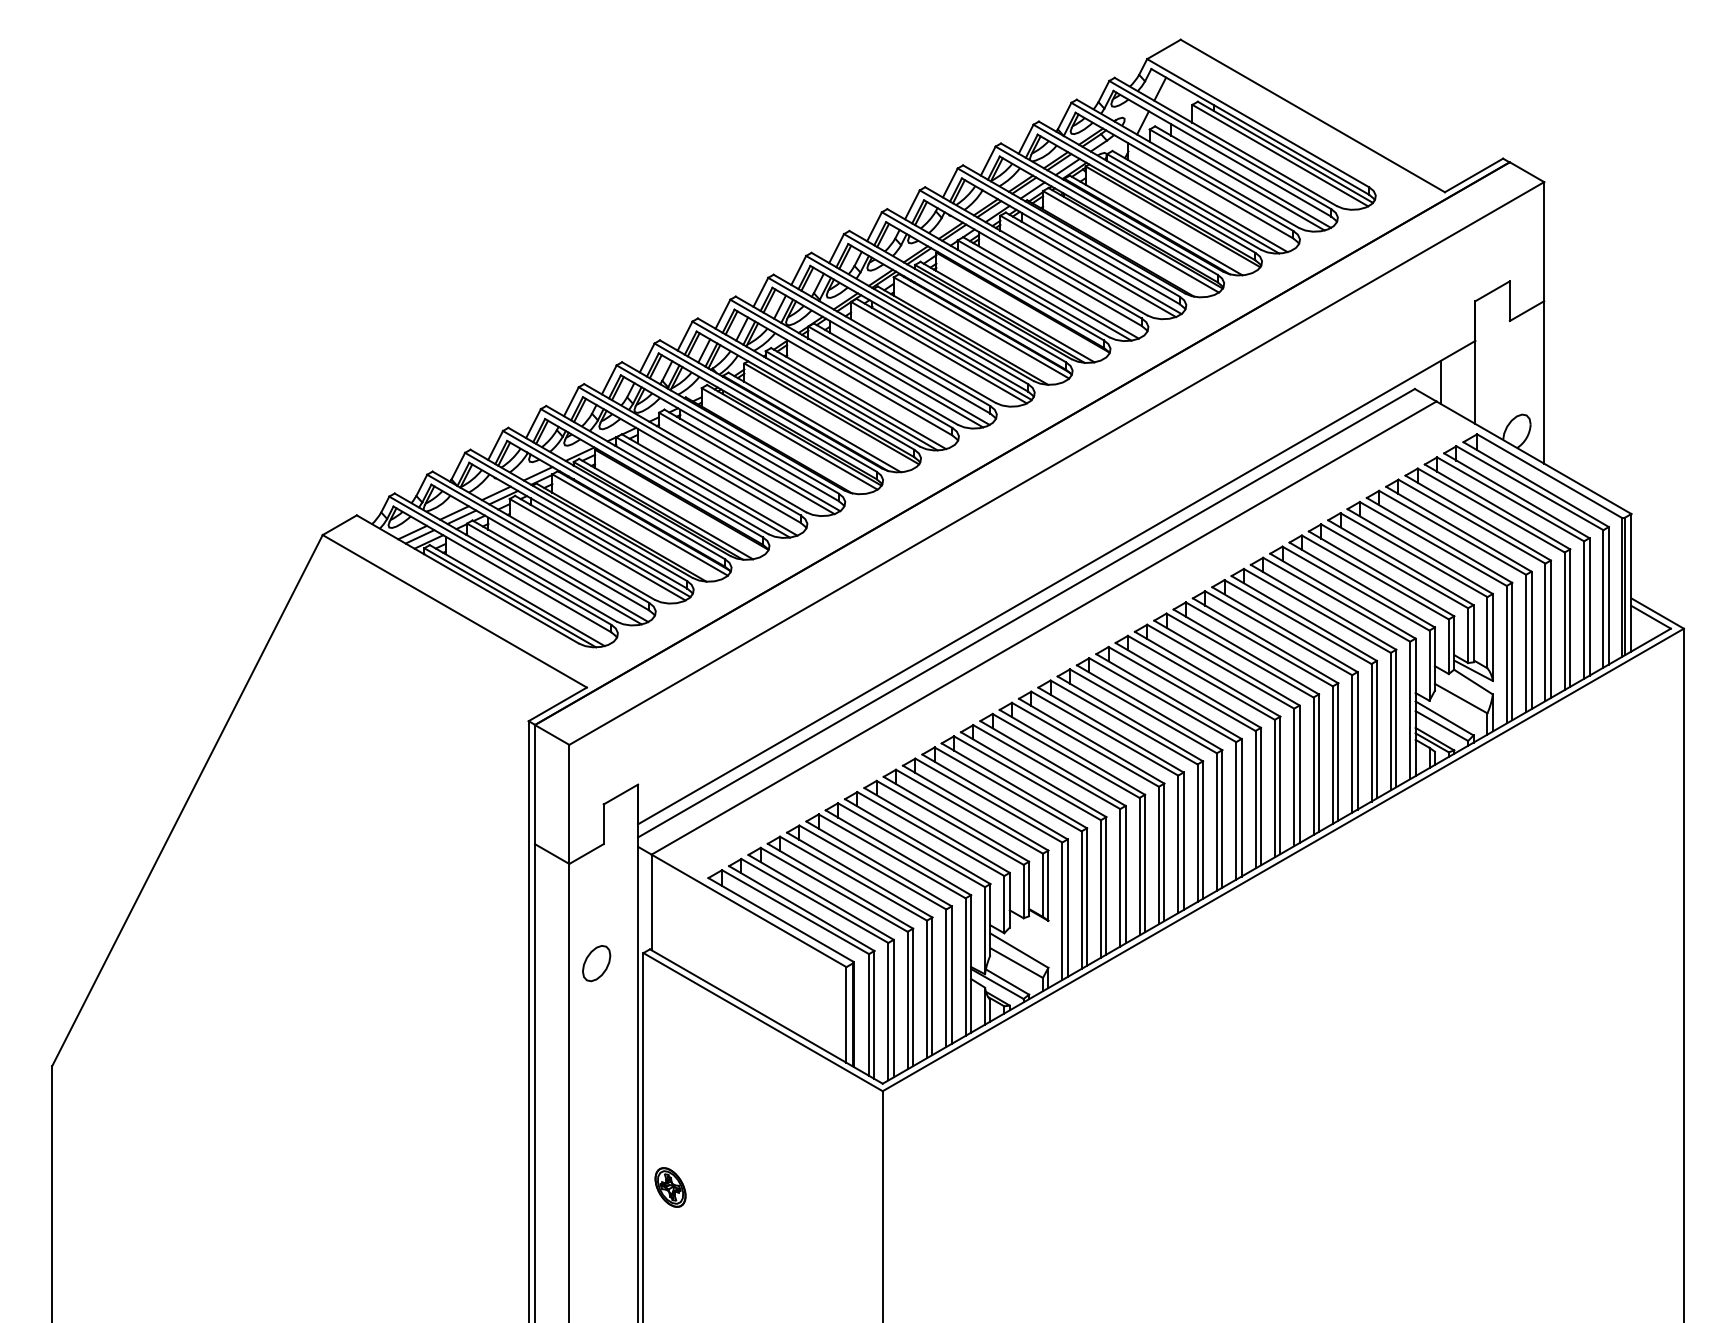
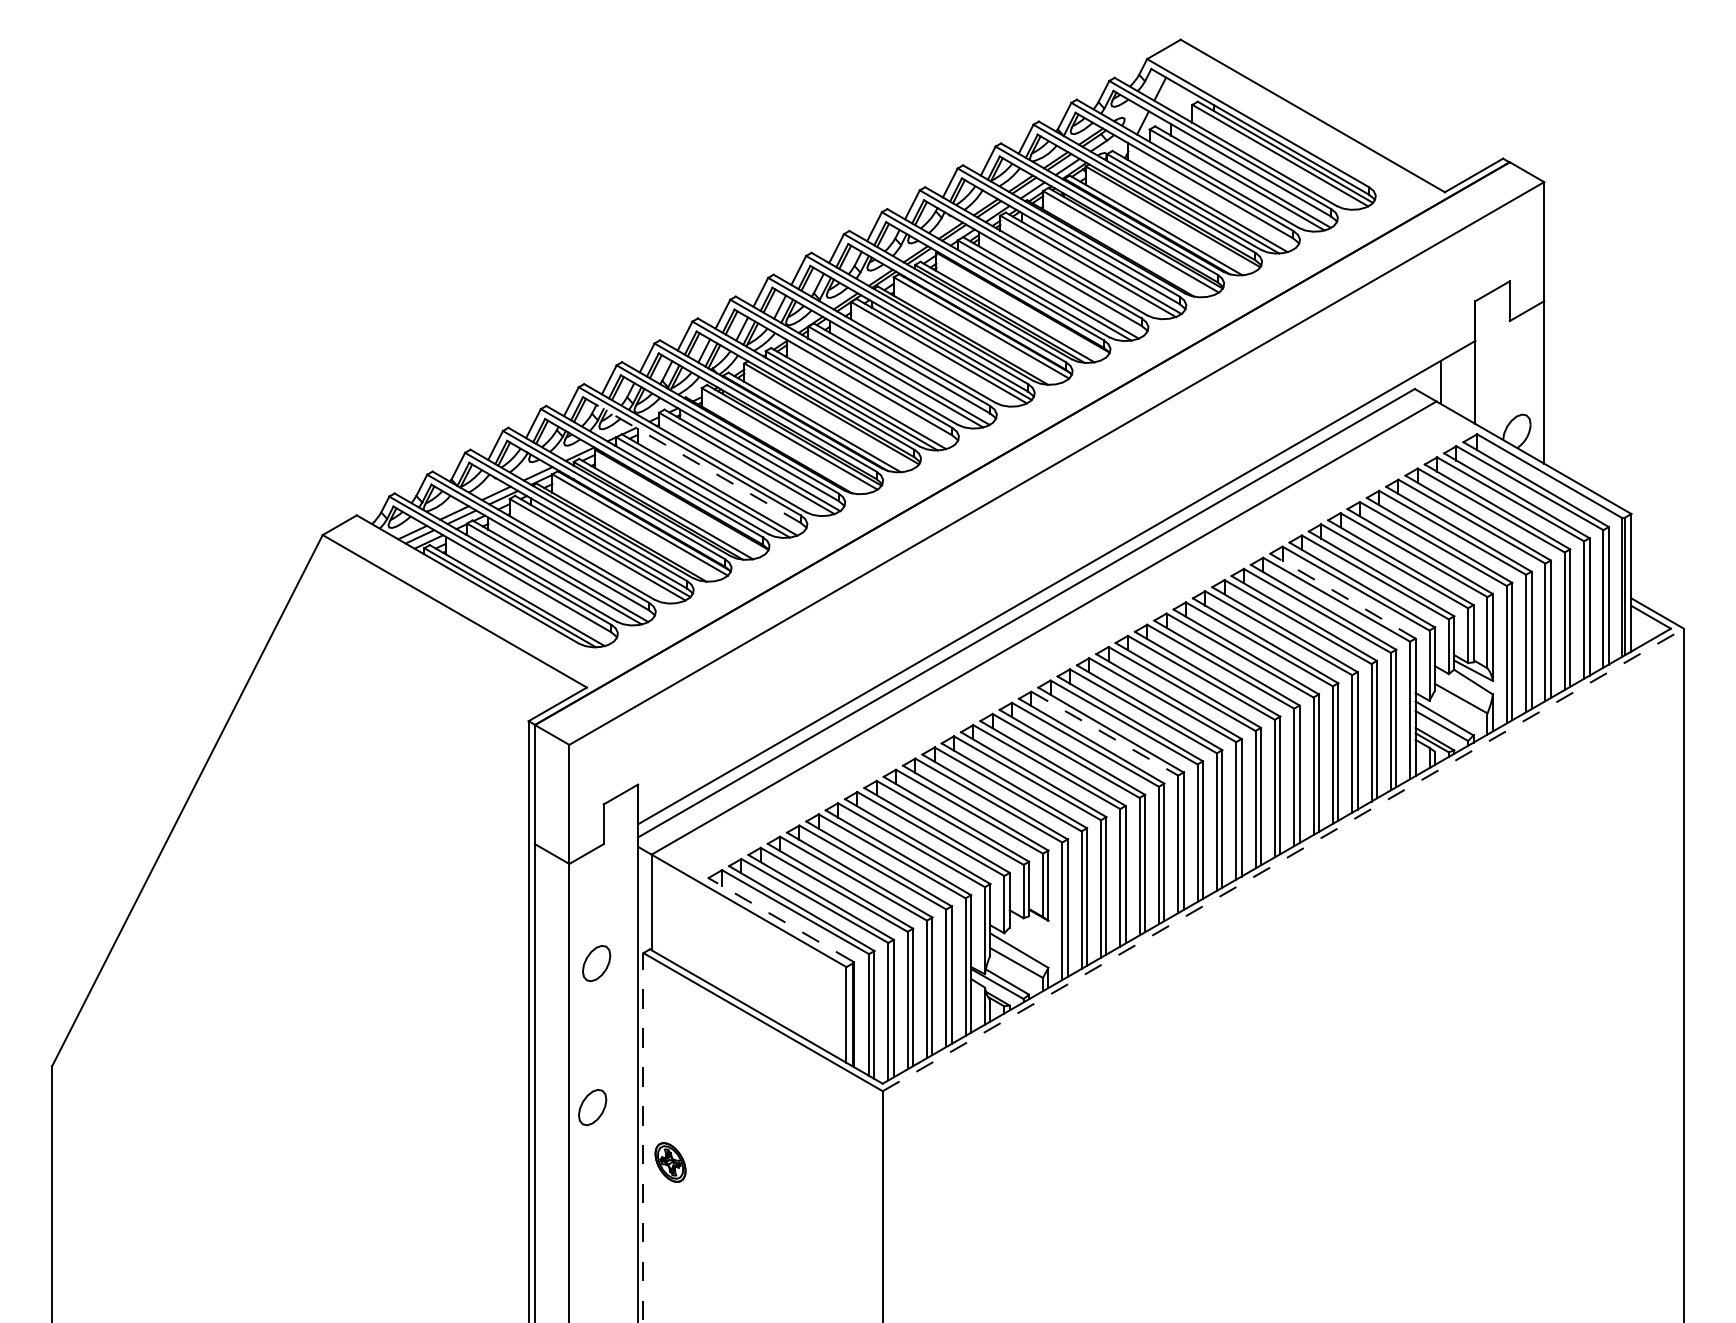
line at (691, 460): solid -> dashed
line at (1342, 595): solid -> dashed
line at (1104, 733): solid -> dashed
line at (1283, 859): solid -> dashed
line at (780, 919): solid -> dashed
part at (592, 1107): none -> present
line at (643, 1138): solid -> dashed
part at (670, 1187) position: (670, 1187) -> (670, 1162)
